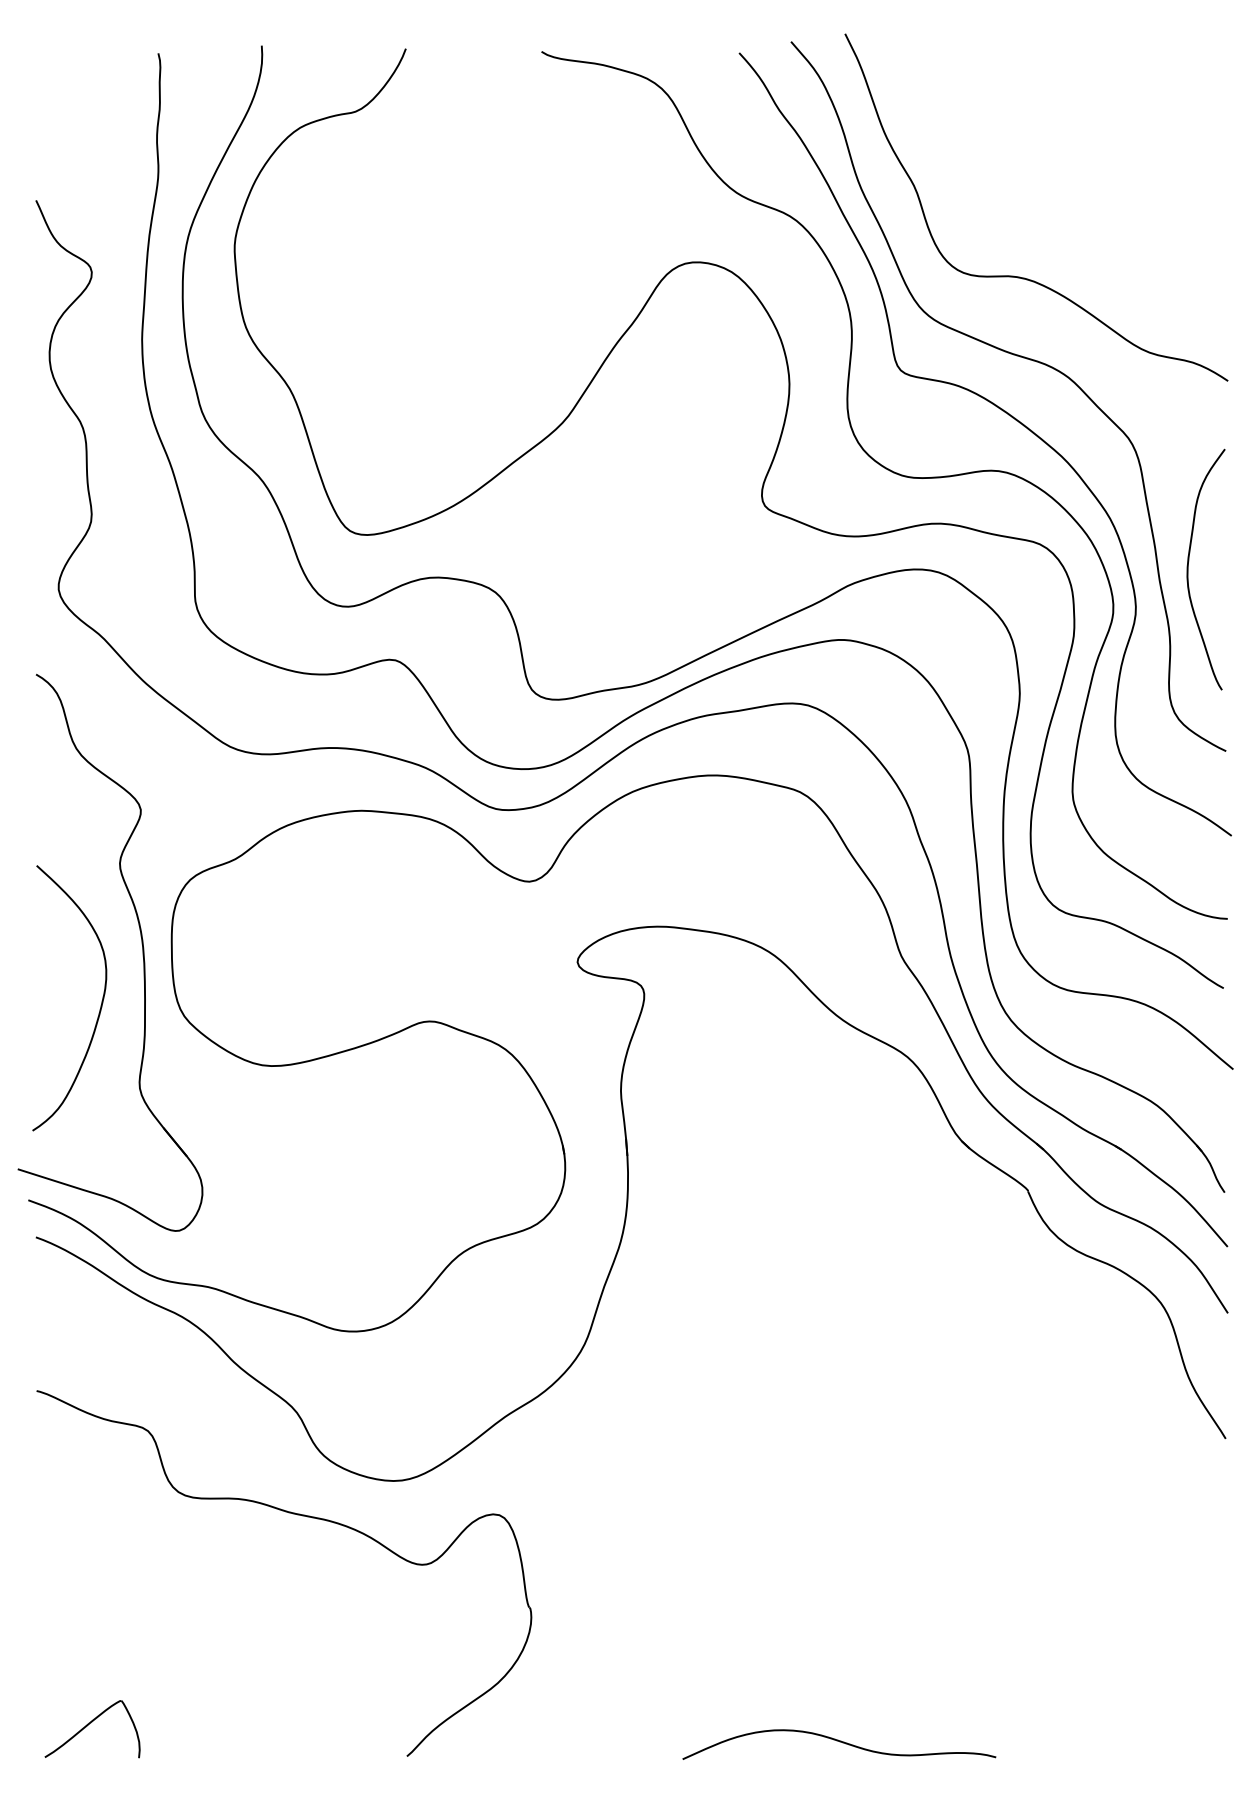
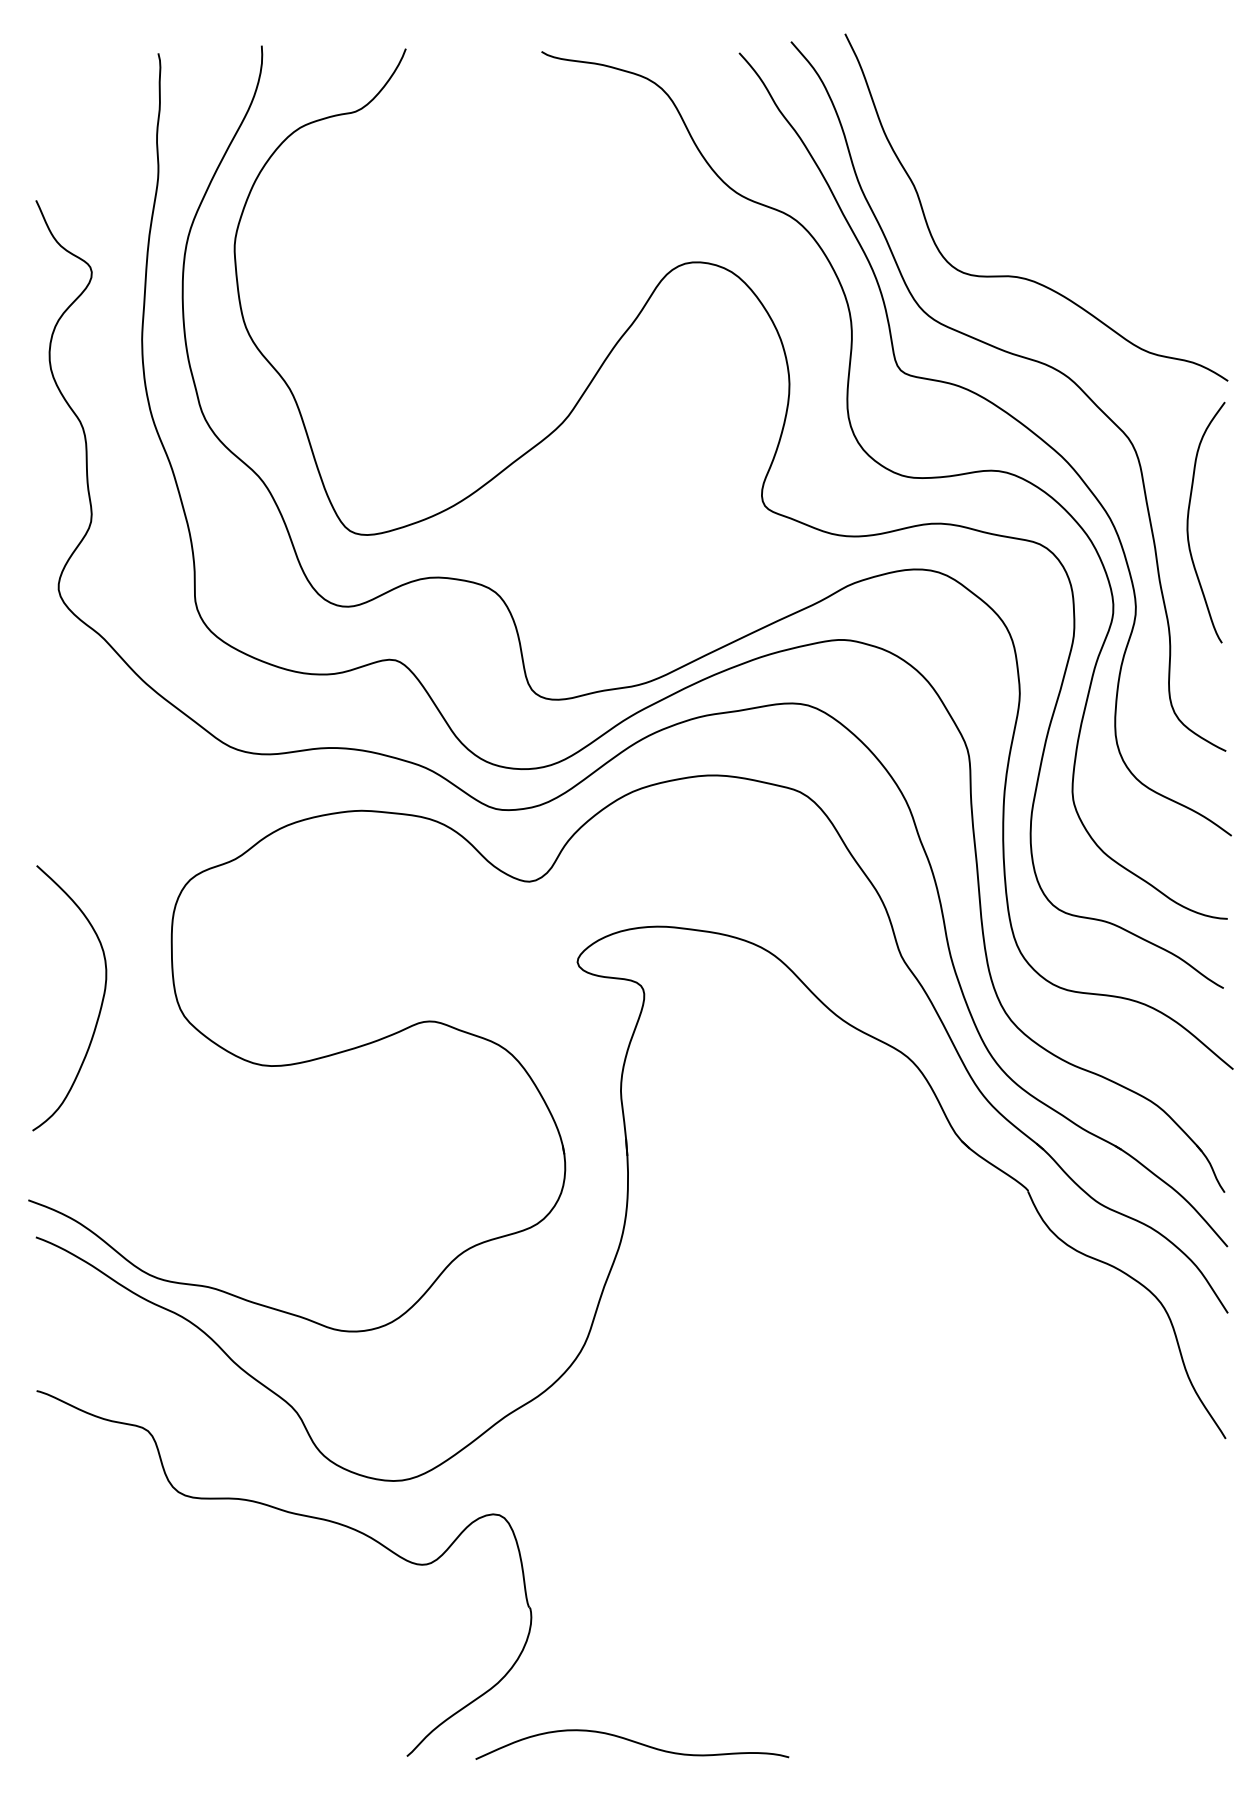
curve at (1188, 569) position: (1188, 569) -> (1188, 522)
part at (142, 952): present -> none
part at (92, 1729): present -> none
curve at (839, 1742) position: (839, 1742) -> (632, 1742)
